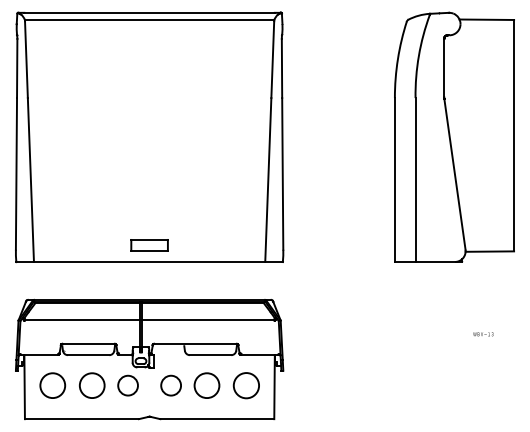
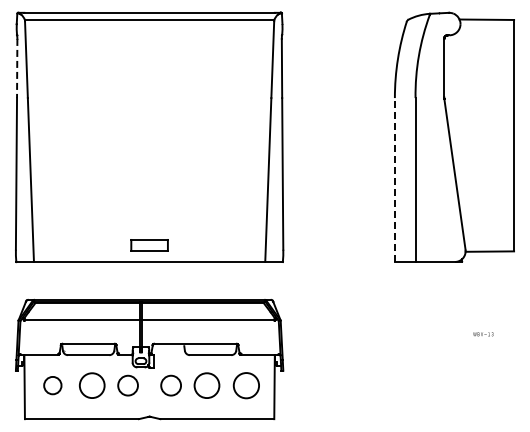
line at (17, 68): solid -> dashed
line at (394, 180): solid -> dashed
circle at (52, 385) size: 28x27 px -> 20x20 px
